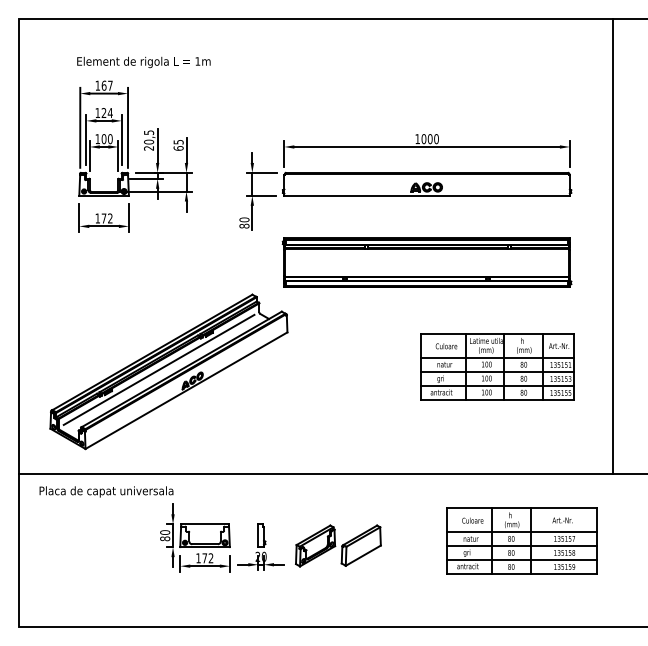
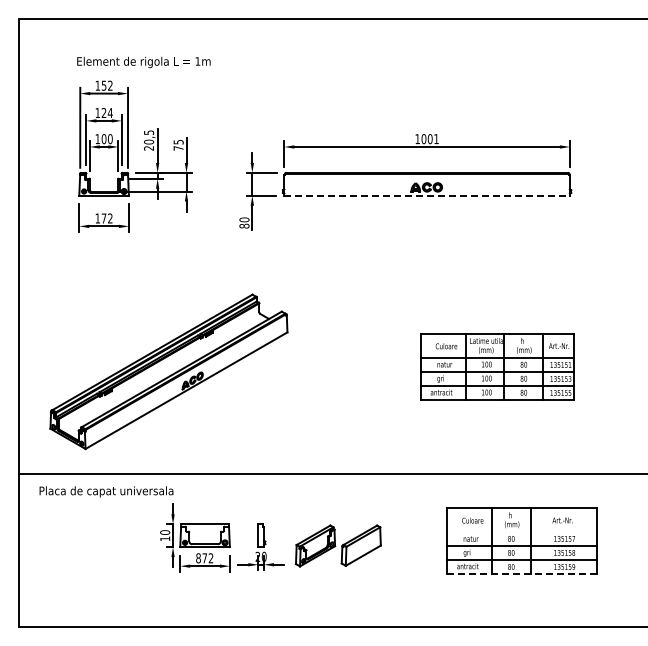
text at (106, 85): 167 -> 152
text at (436, 139): 1000 -> 1001
text at (178, 148): 65 -> 75
line at (427, 195): solid -> dashed
line at (612, 246): present -> none
part at (426, 262): present -> none
line at (158, 369): present -> none
line at (521, 532): present -> none
text at (165, 538): 80 -> 10
text at (198, 558): 172 -> 872
line at (521, 574): solid -> dashed
